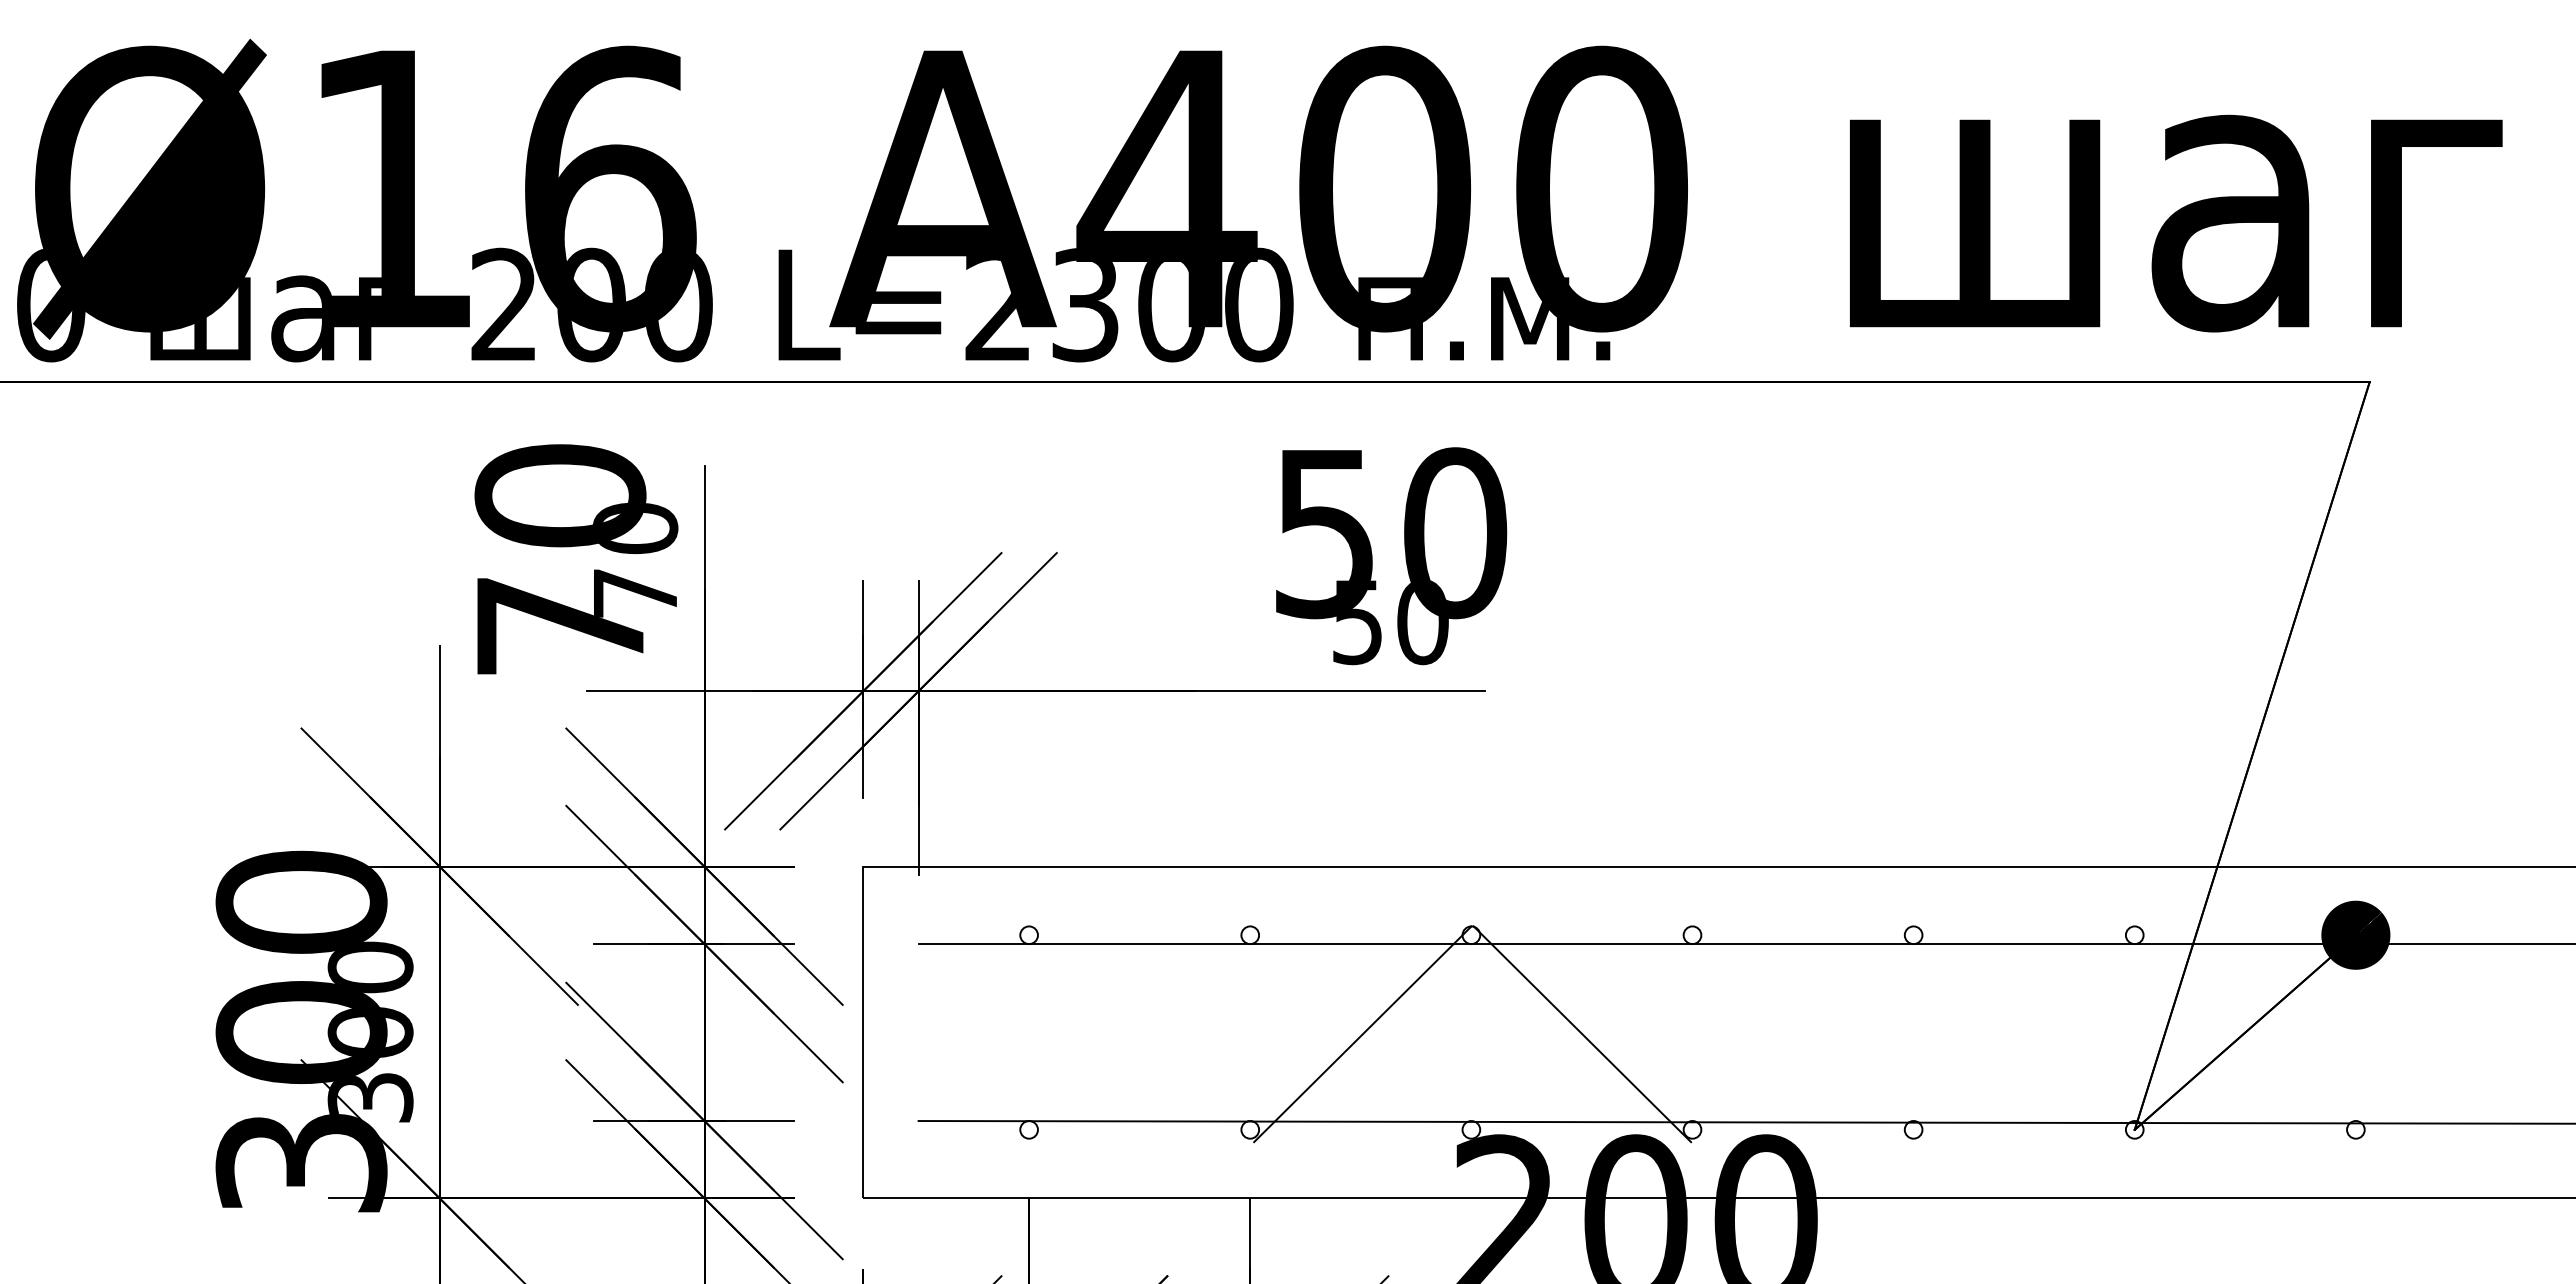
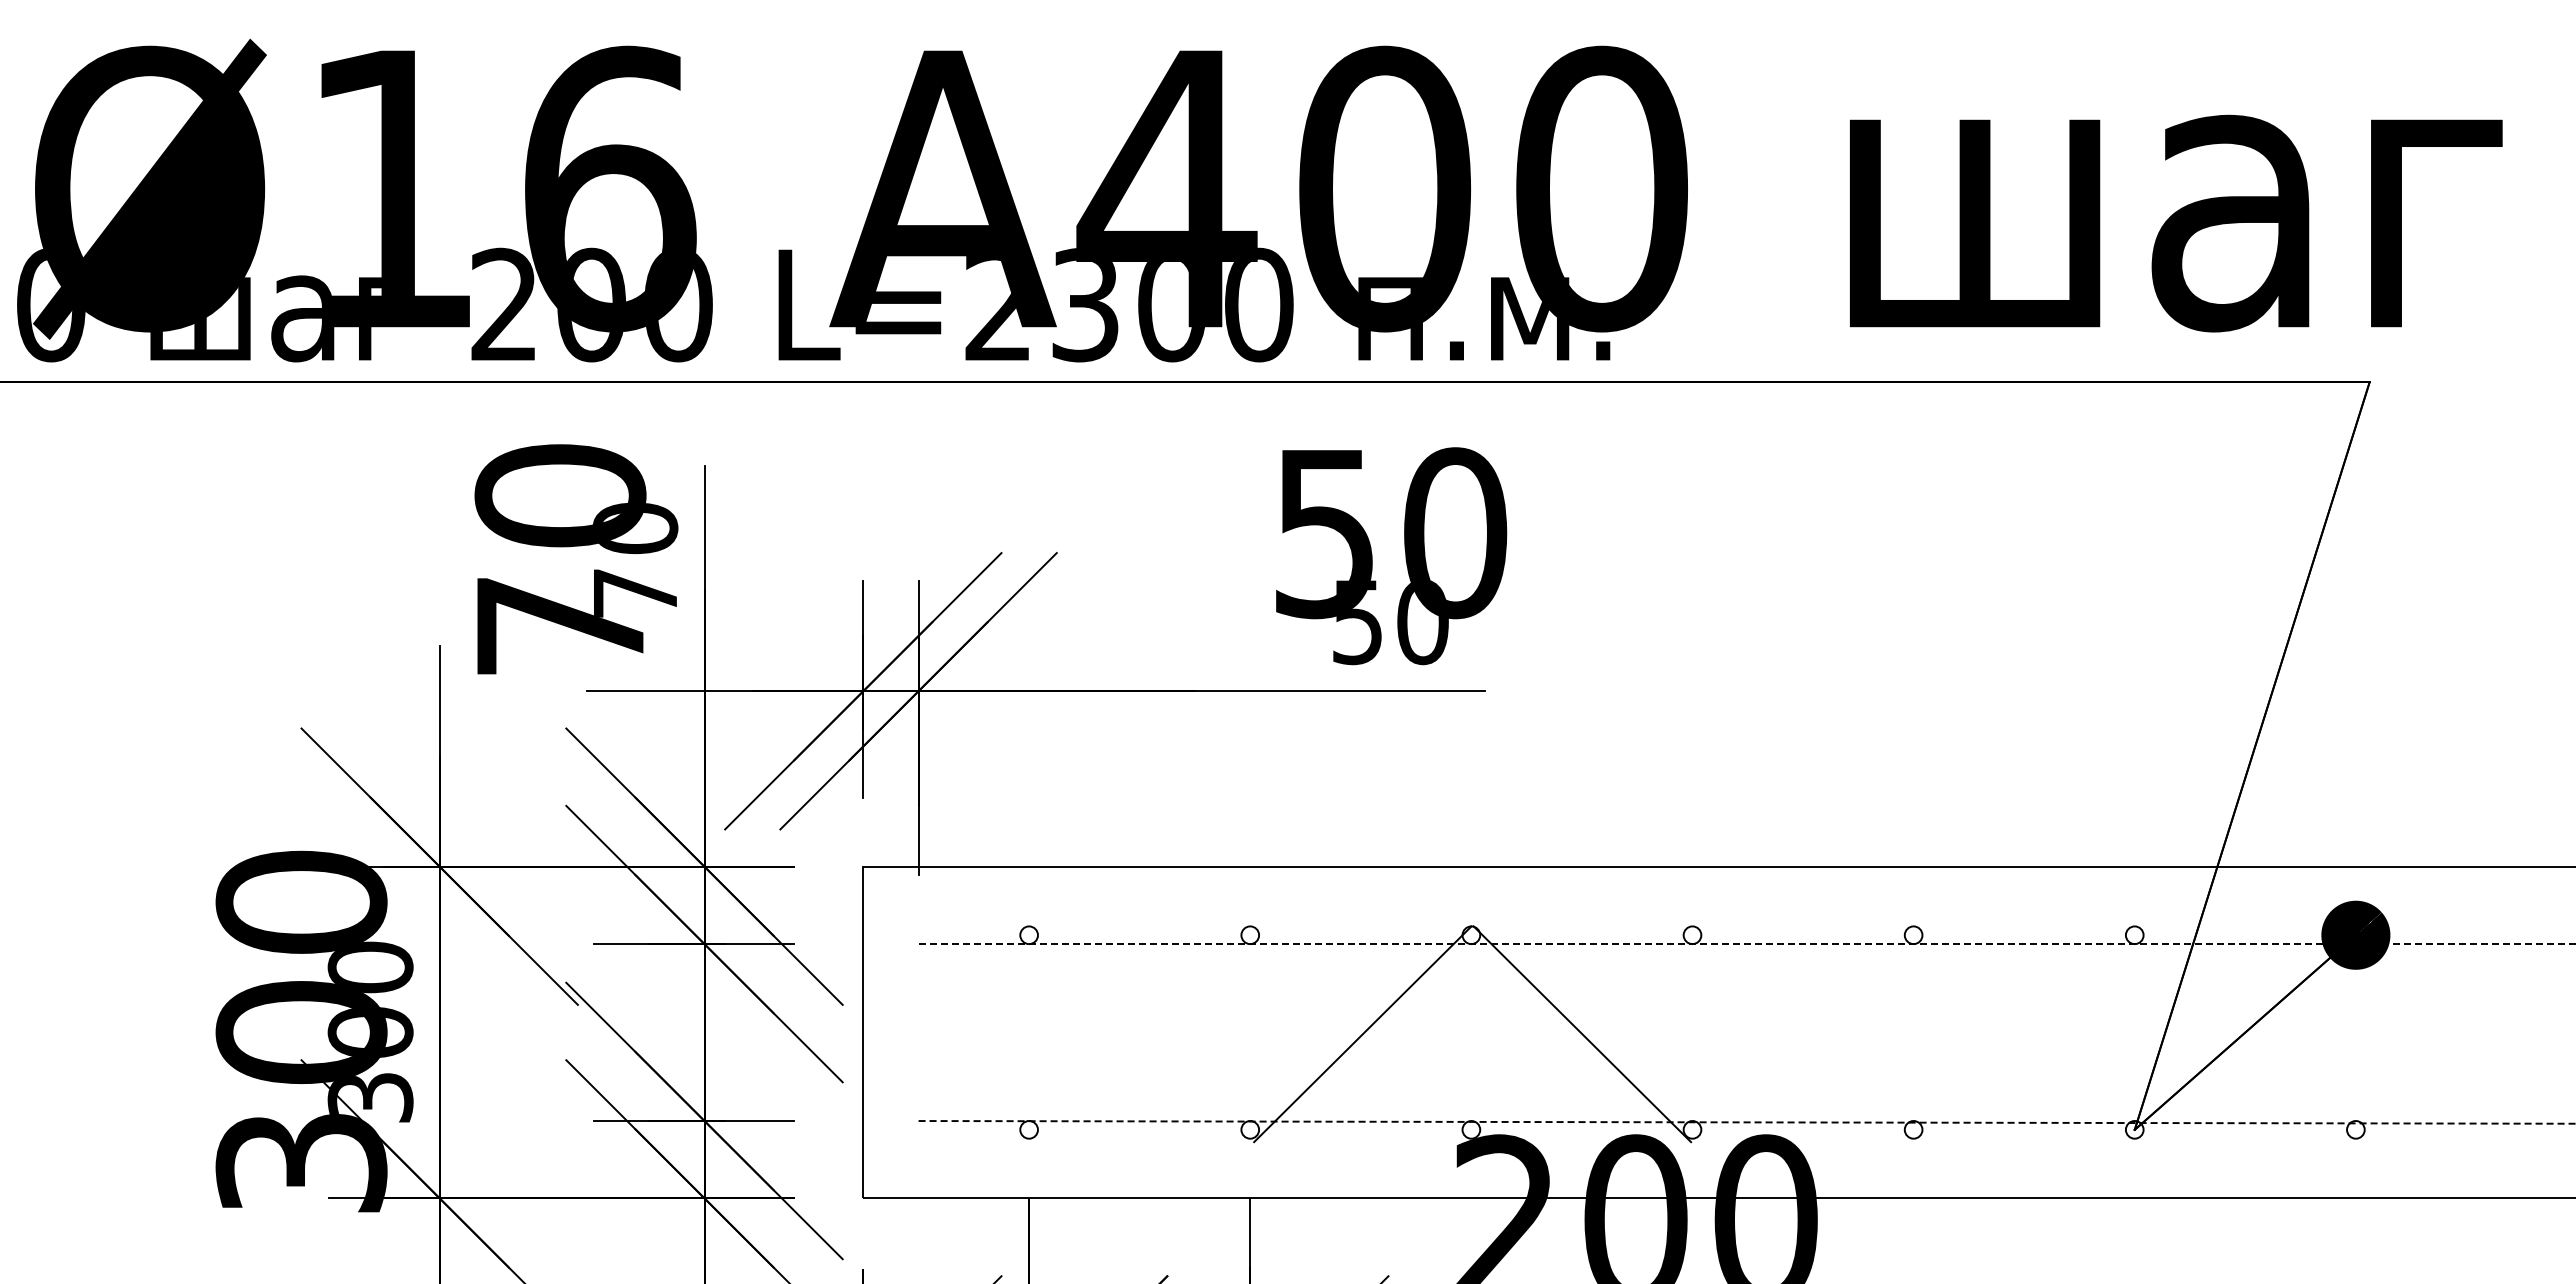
line at (1747, 944): solid -> dashed
line at (1747, 1122): solid -> dashed
